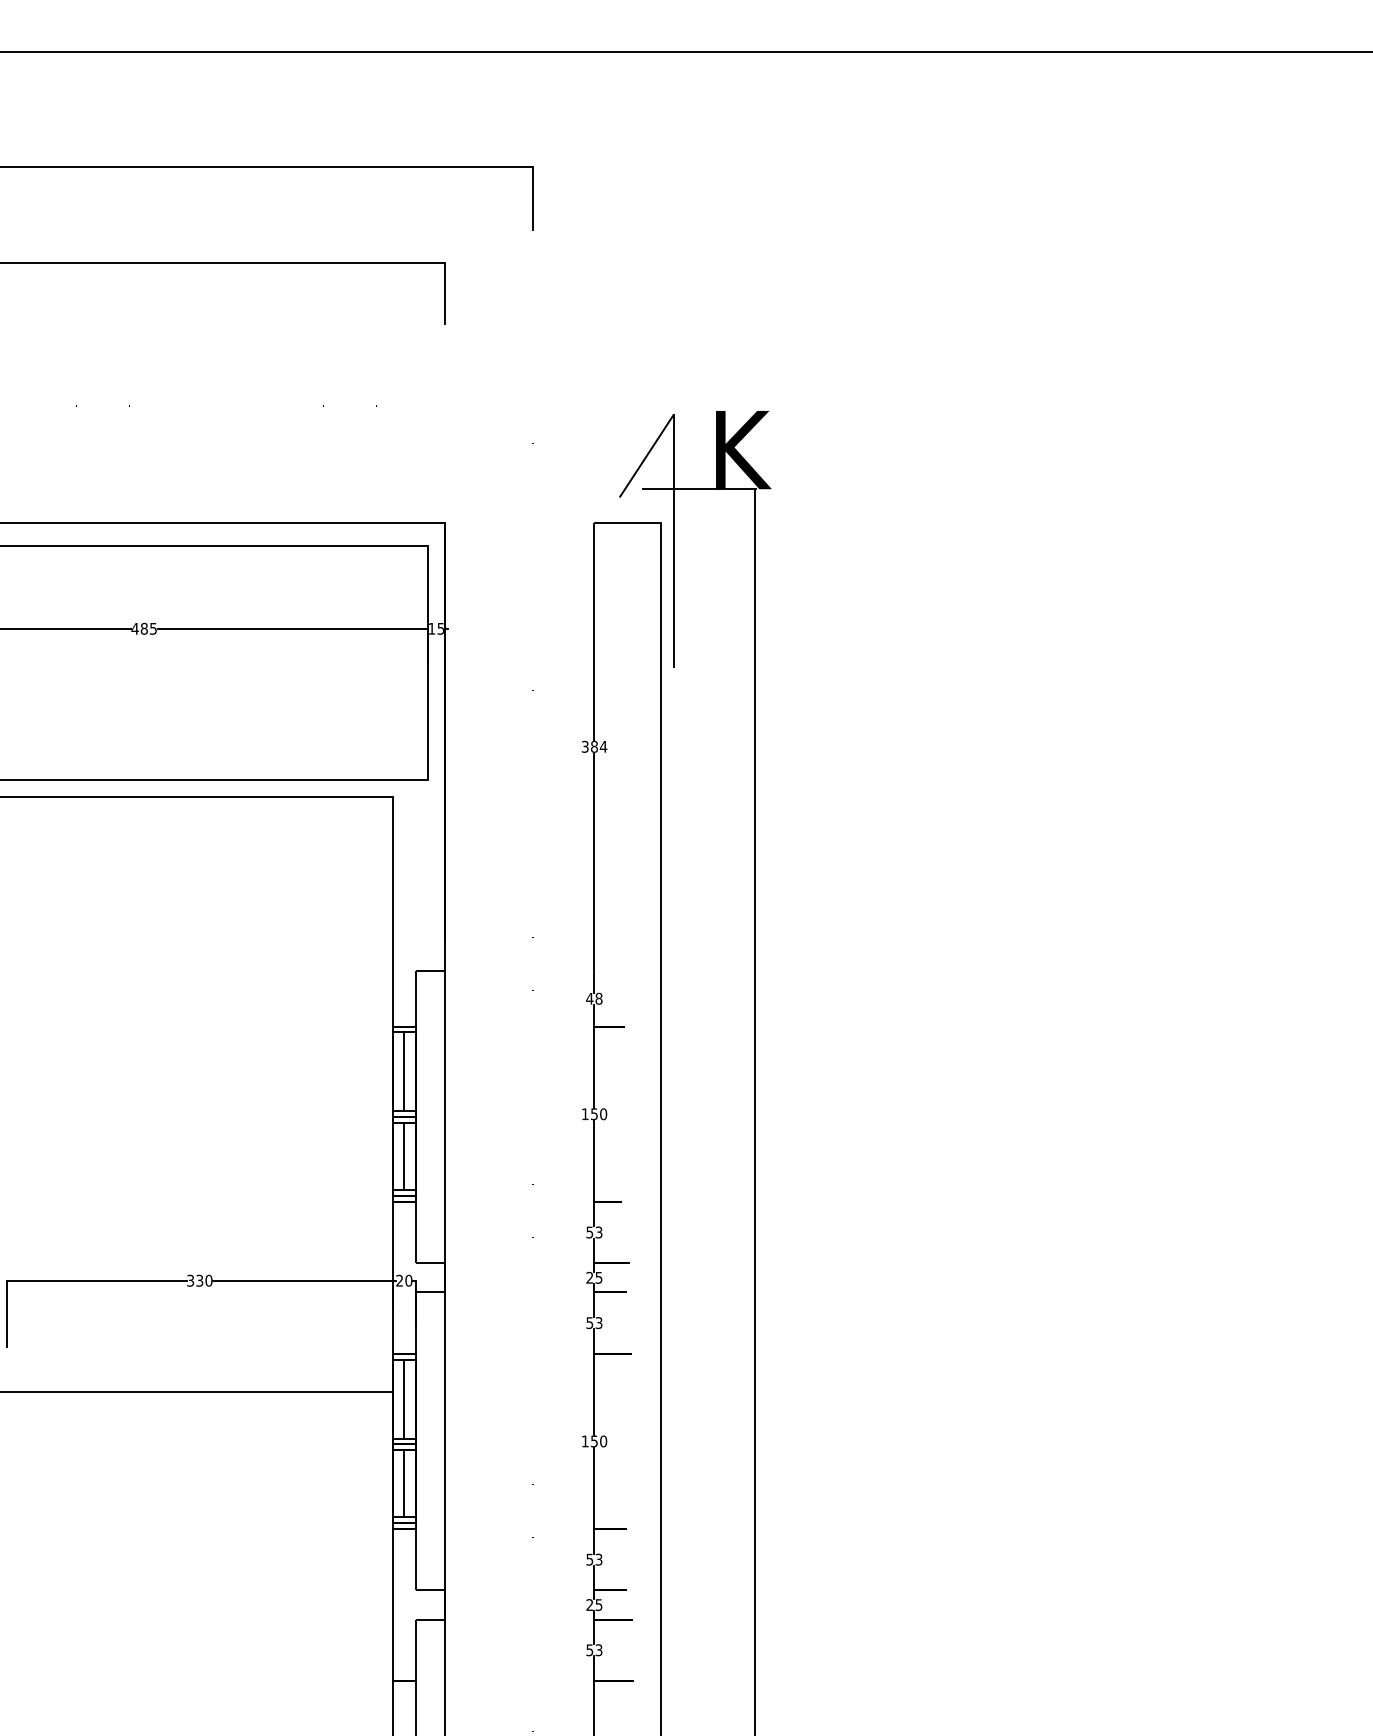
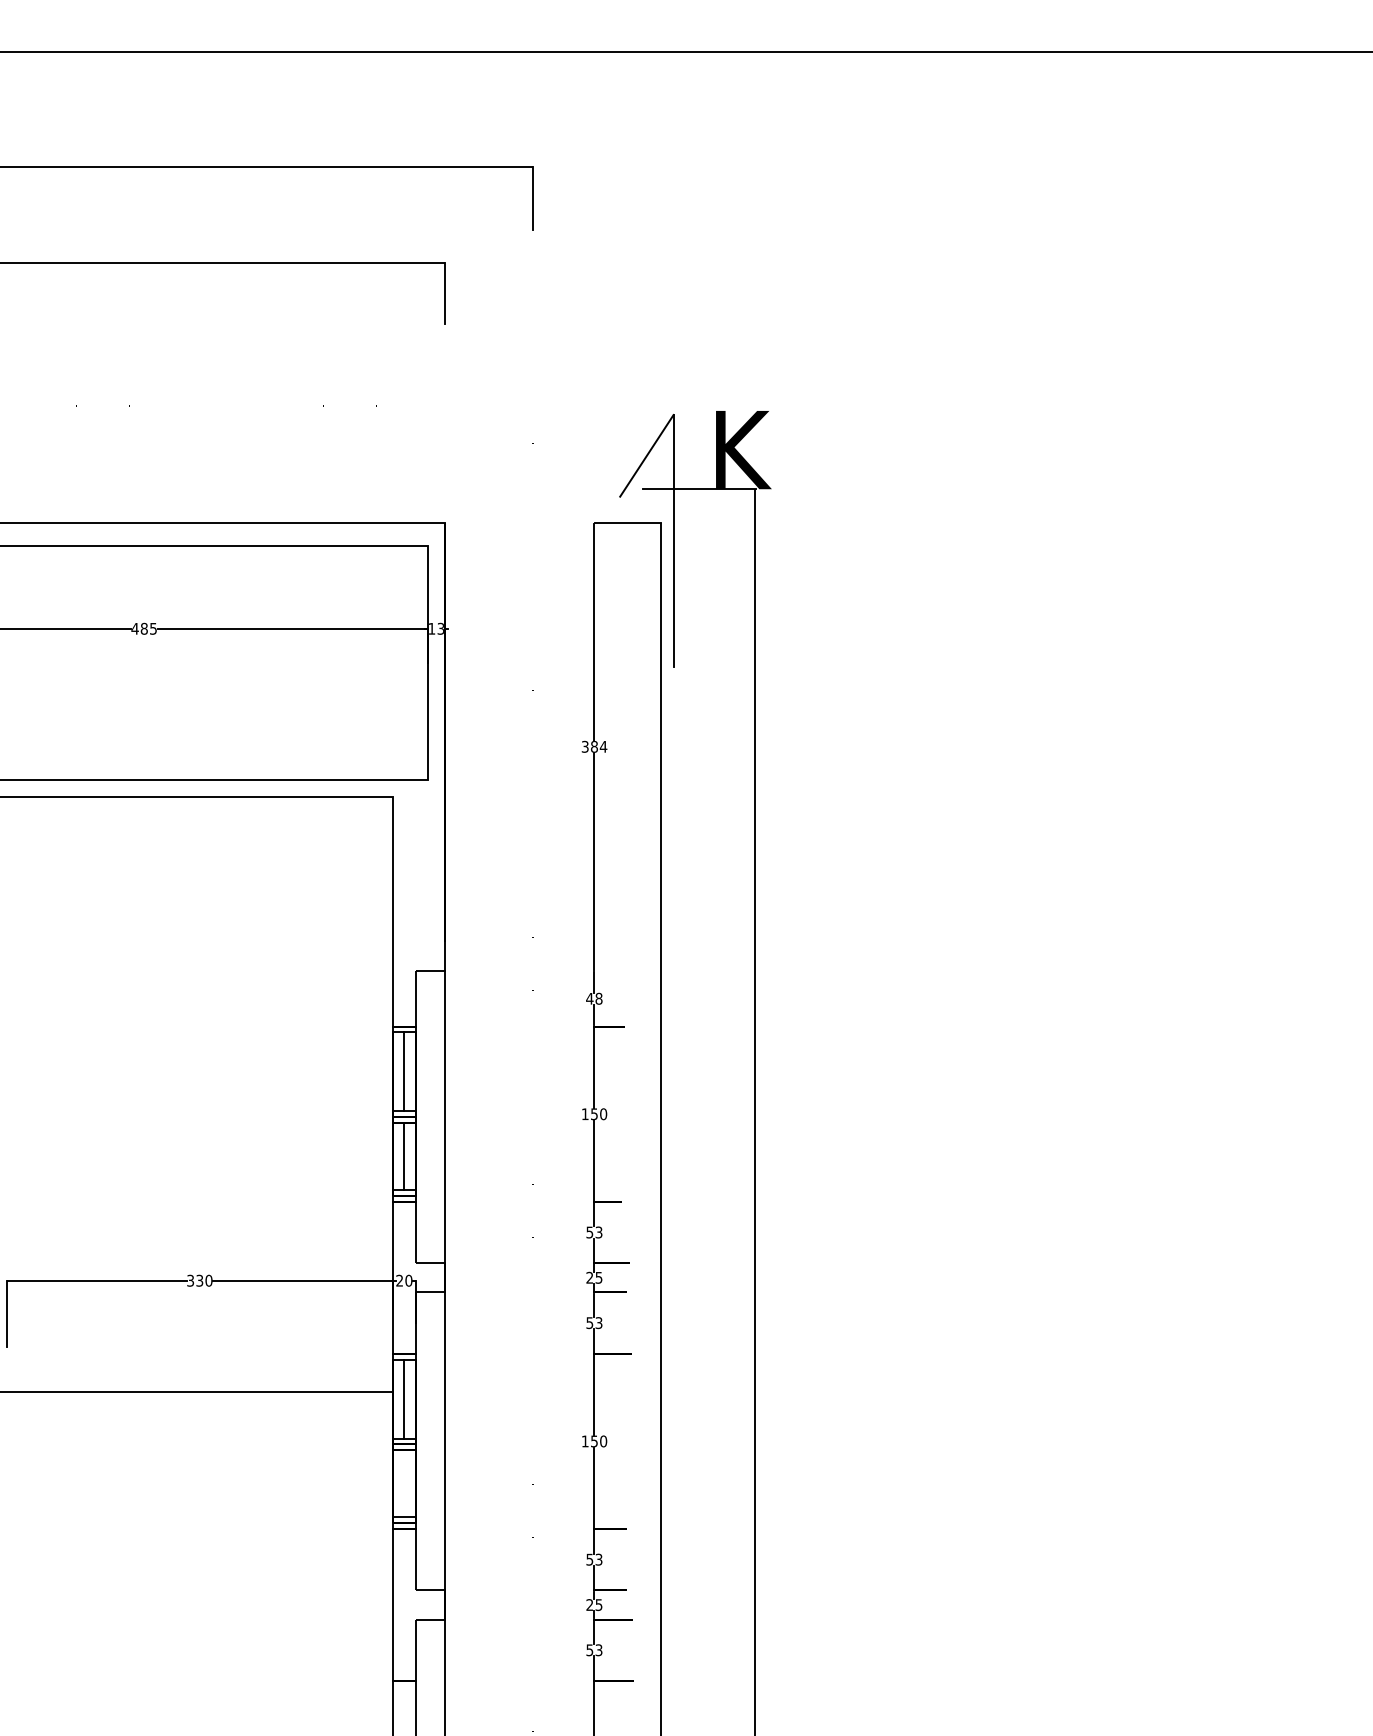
text at (440, 627): 15 -> 13
line at (404, 1483): present -> none
